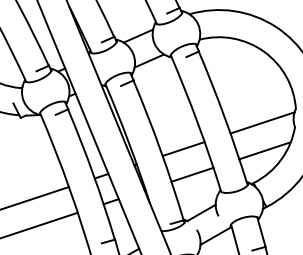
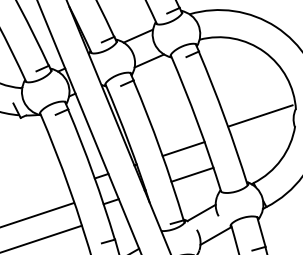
line at (262, 122) position: (262, 122) -> (260, 115)
line at (264, 150): present -> none
line at (35, 198) position: (35, 198) -> (37, 214)
line at (39, 224) position: (39, 224) -> (41, 238)
